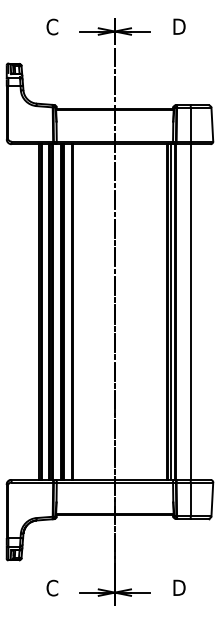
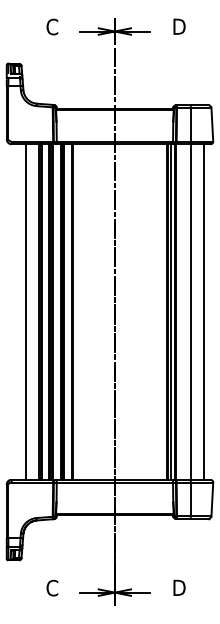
line at (26, 311): none -> present
line at (203, 311): none -> present
